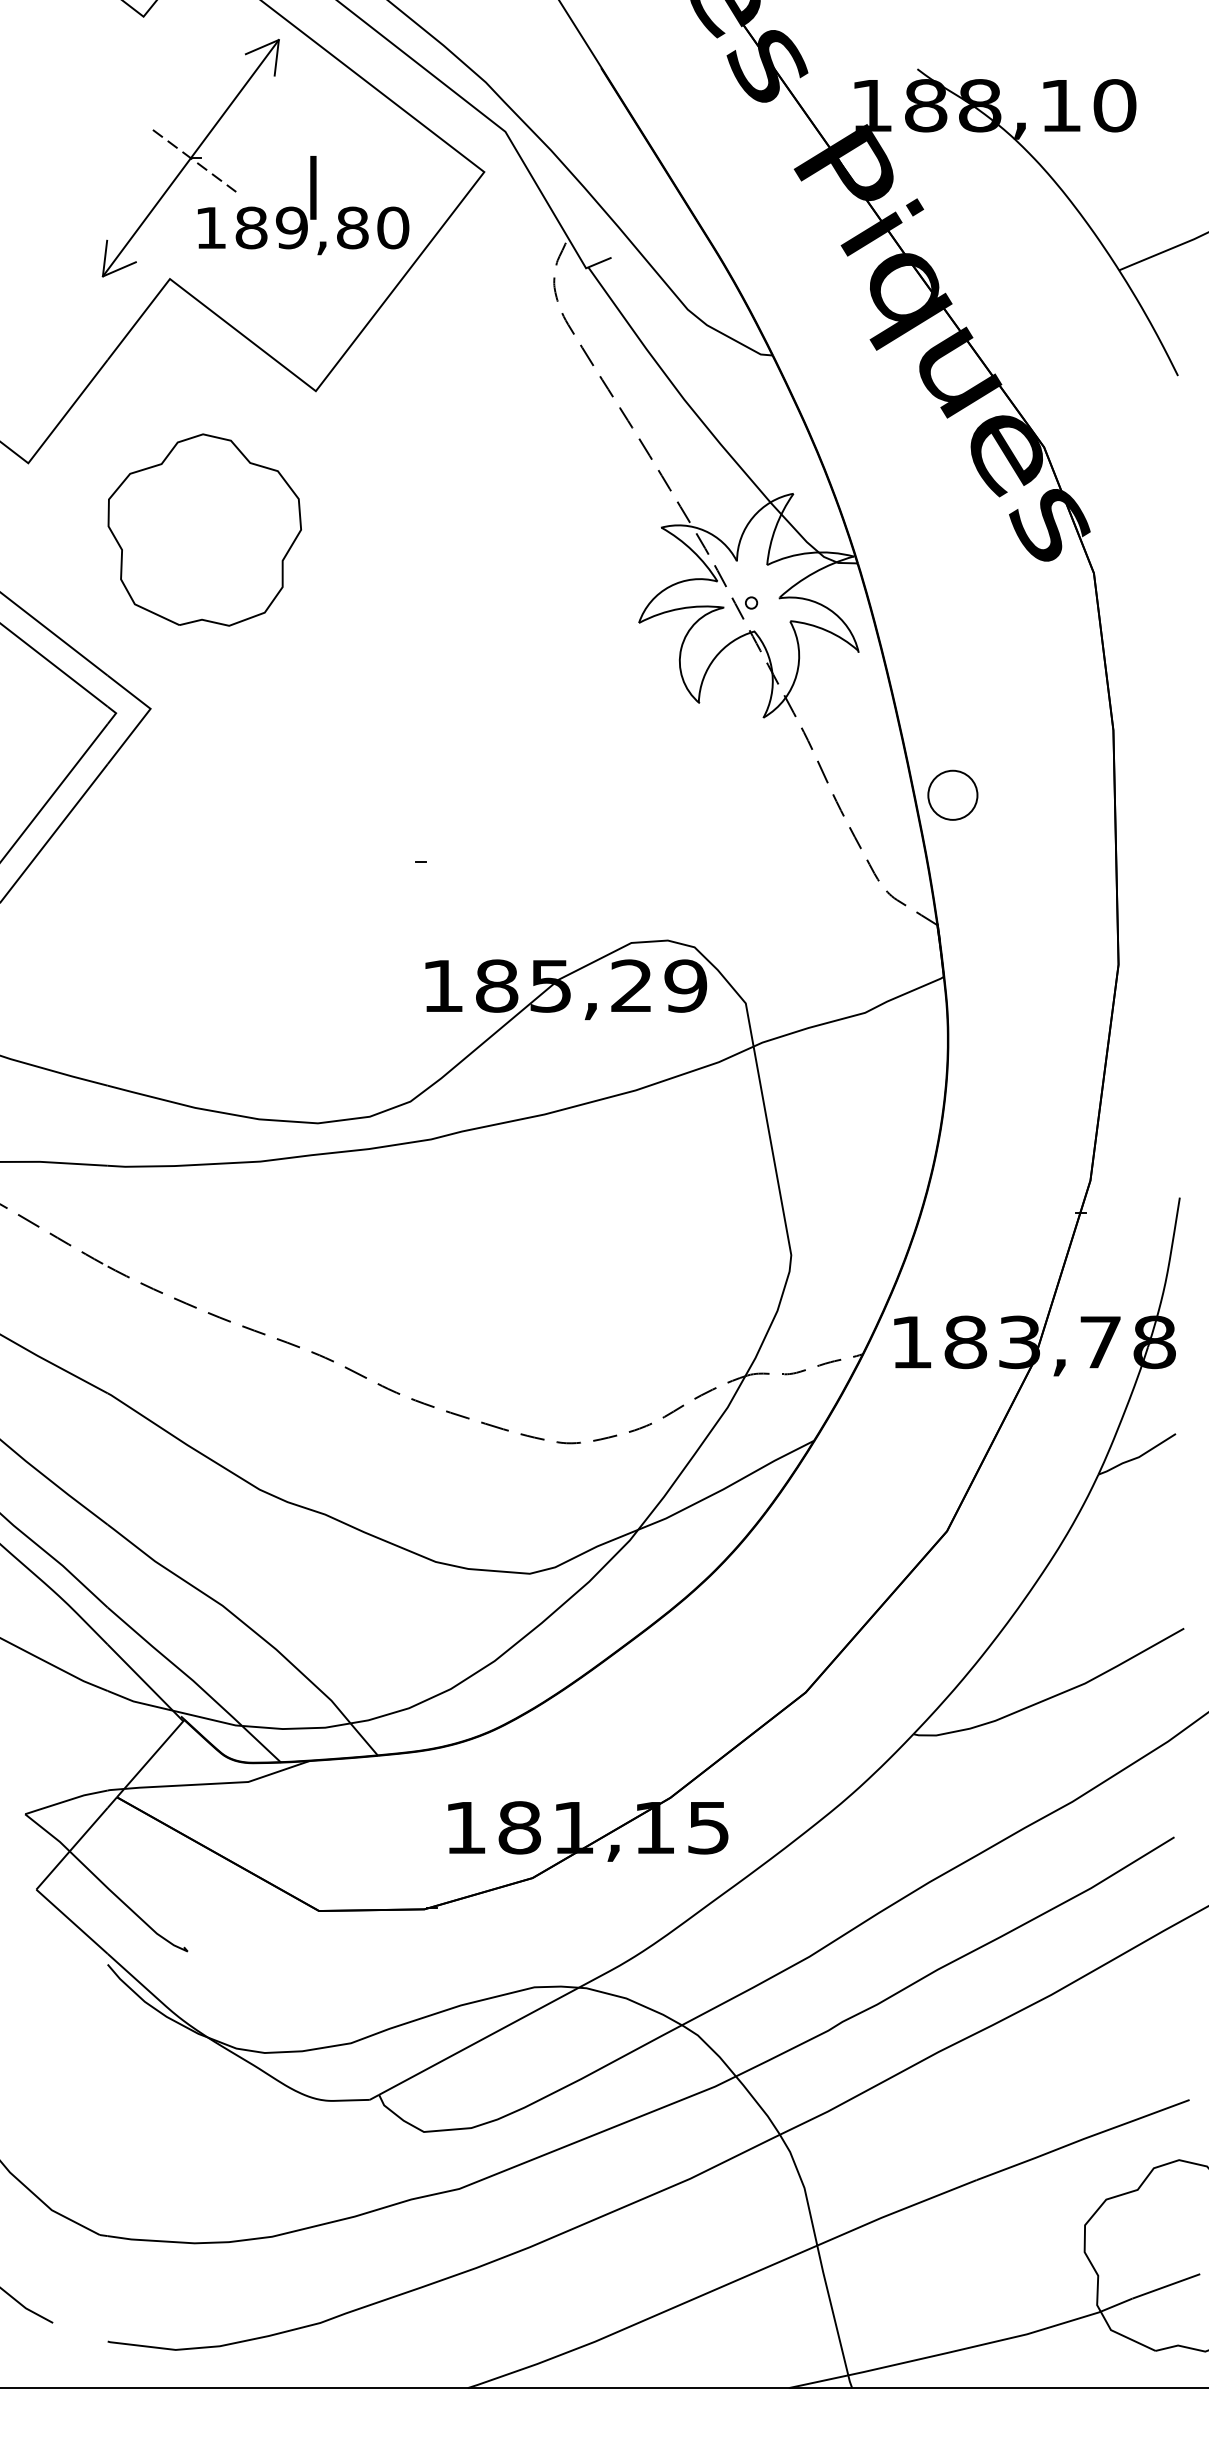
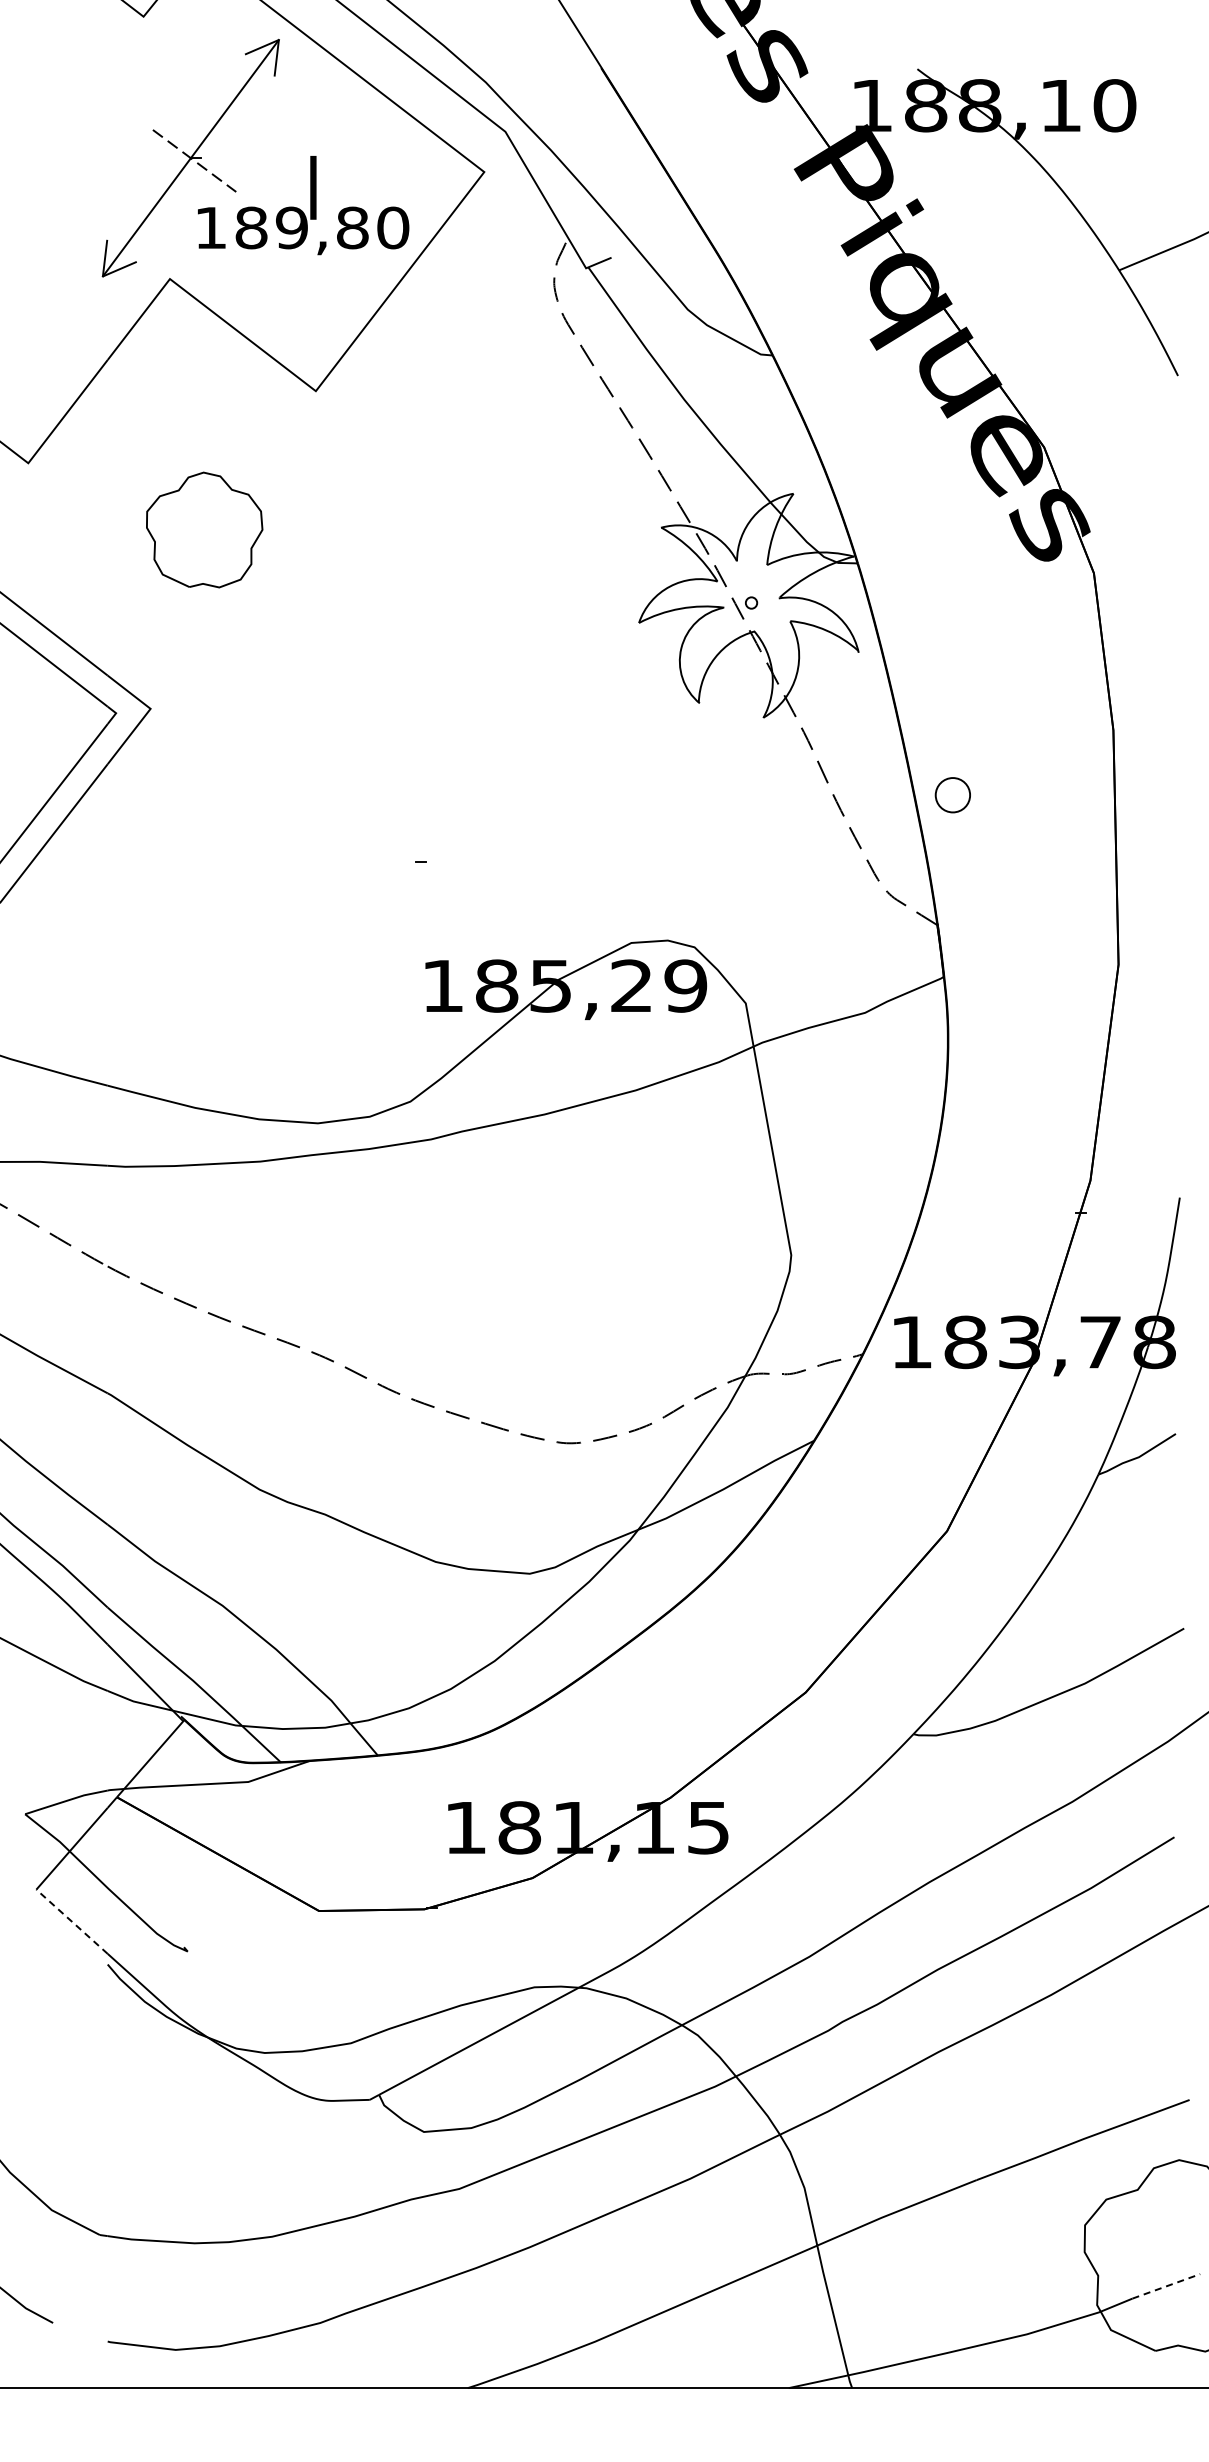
part at (204, 529) size: 195x194 px -> 118x118 px
part at (952, 794) size: 52x52 px -> 37x37 px
line at (72, 1922): solid -> dashed
line at (1166, 2286): solid -> dashed
